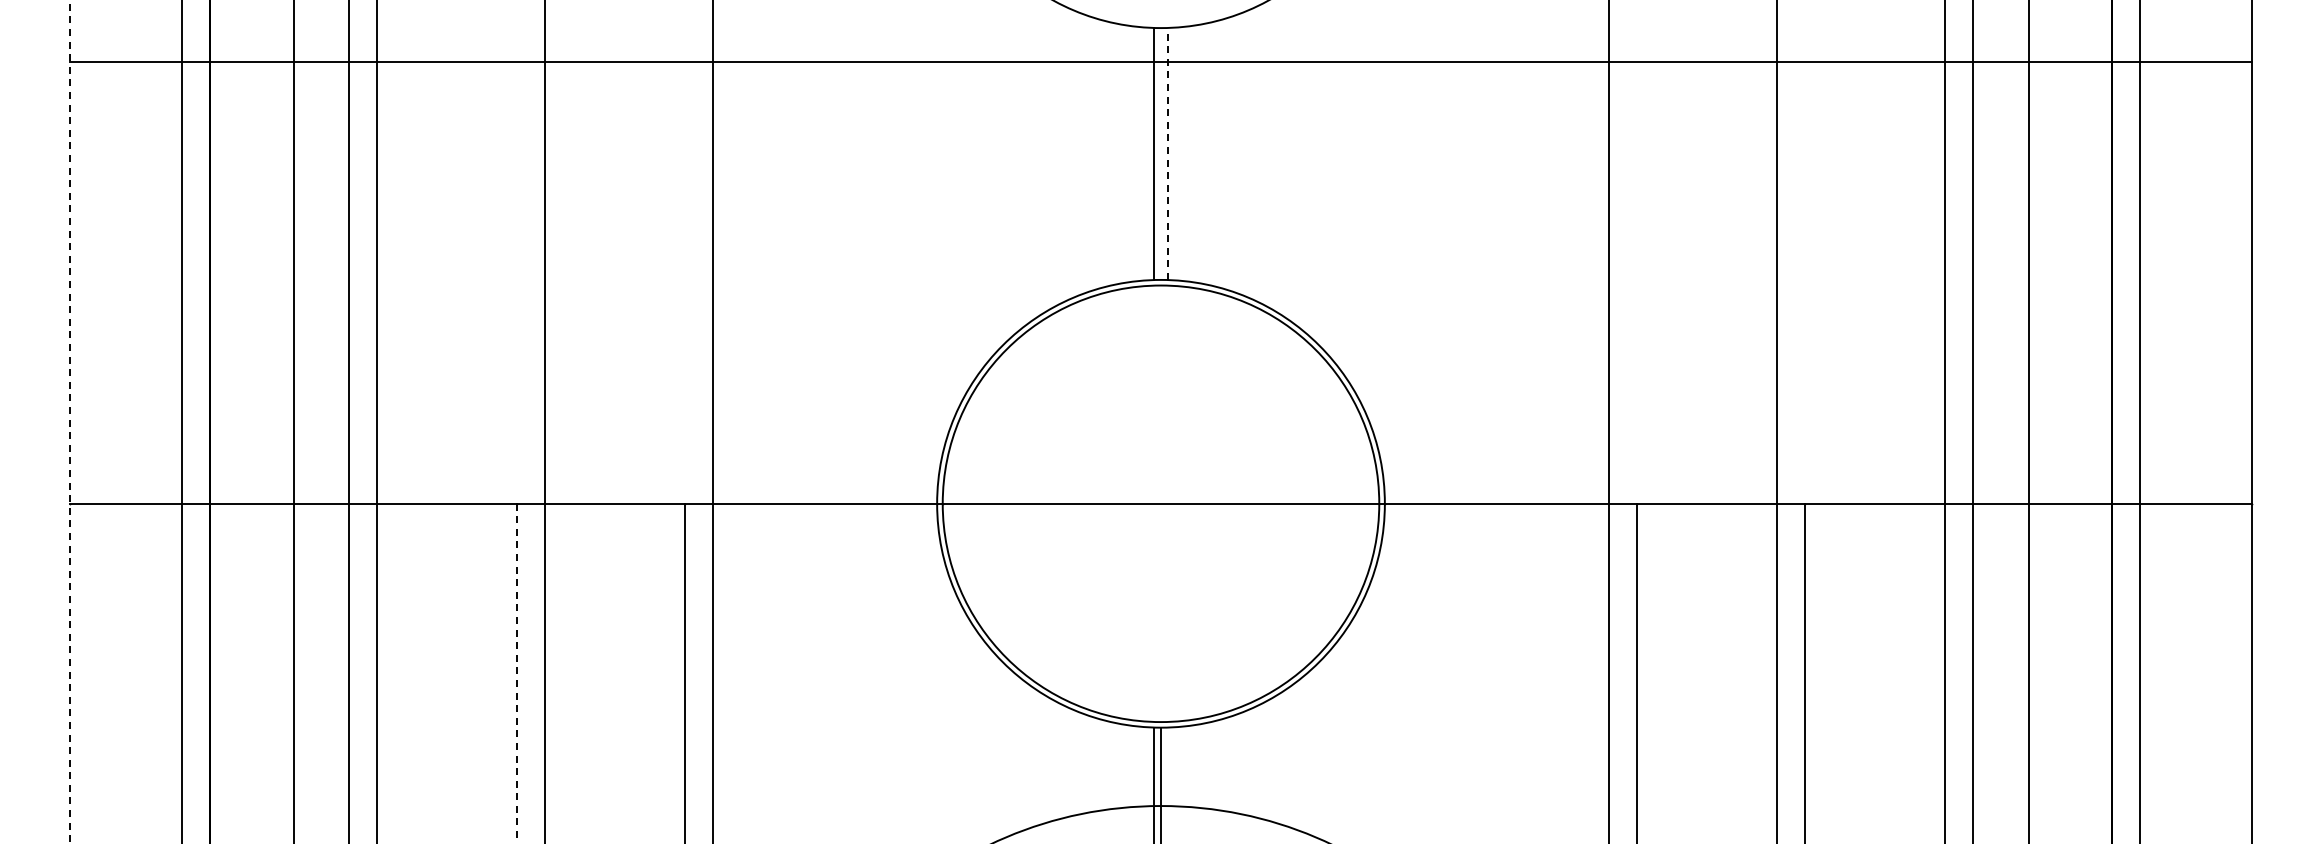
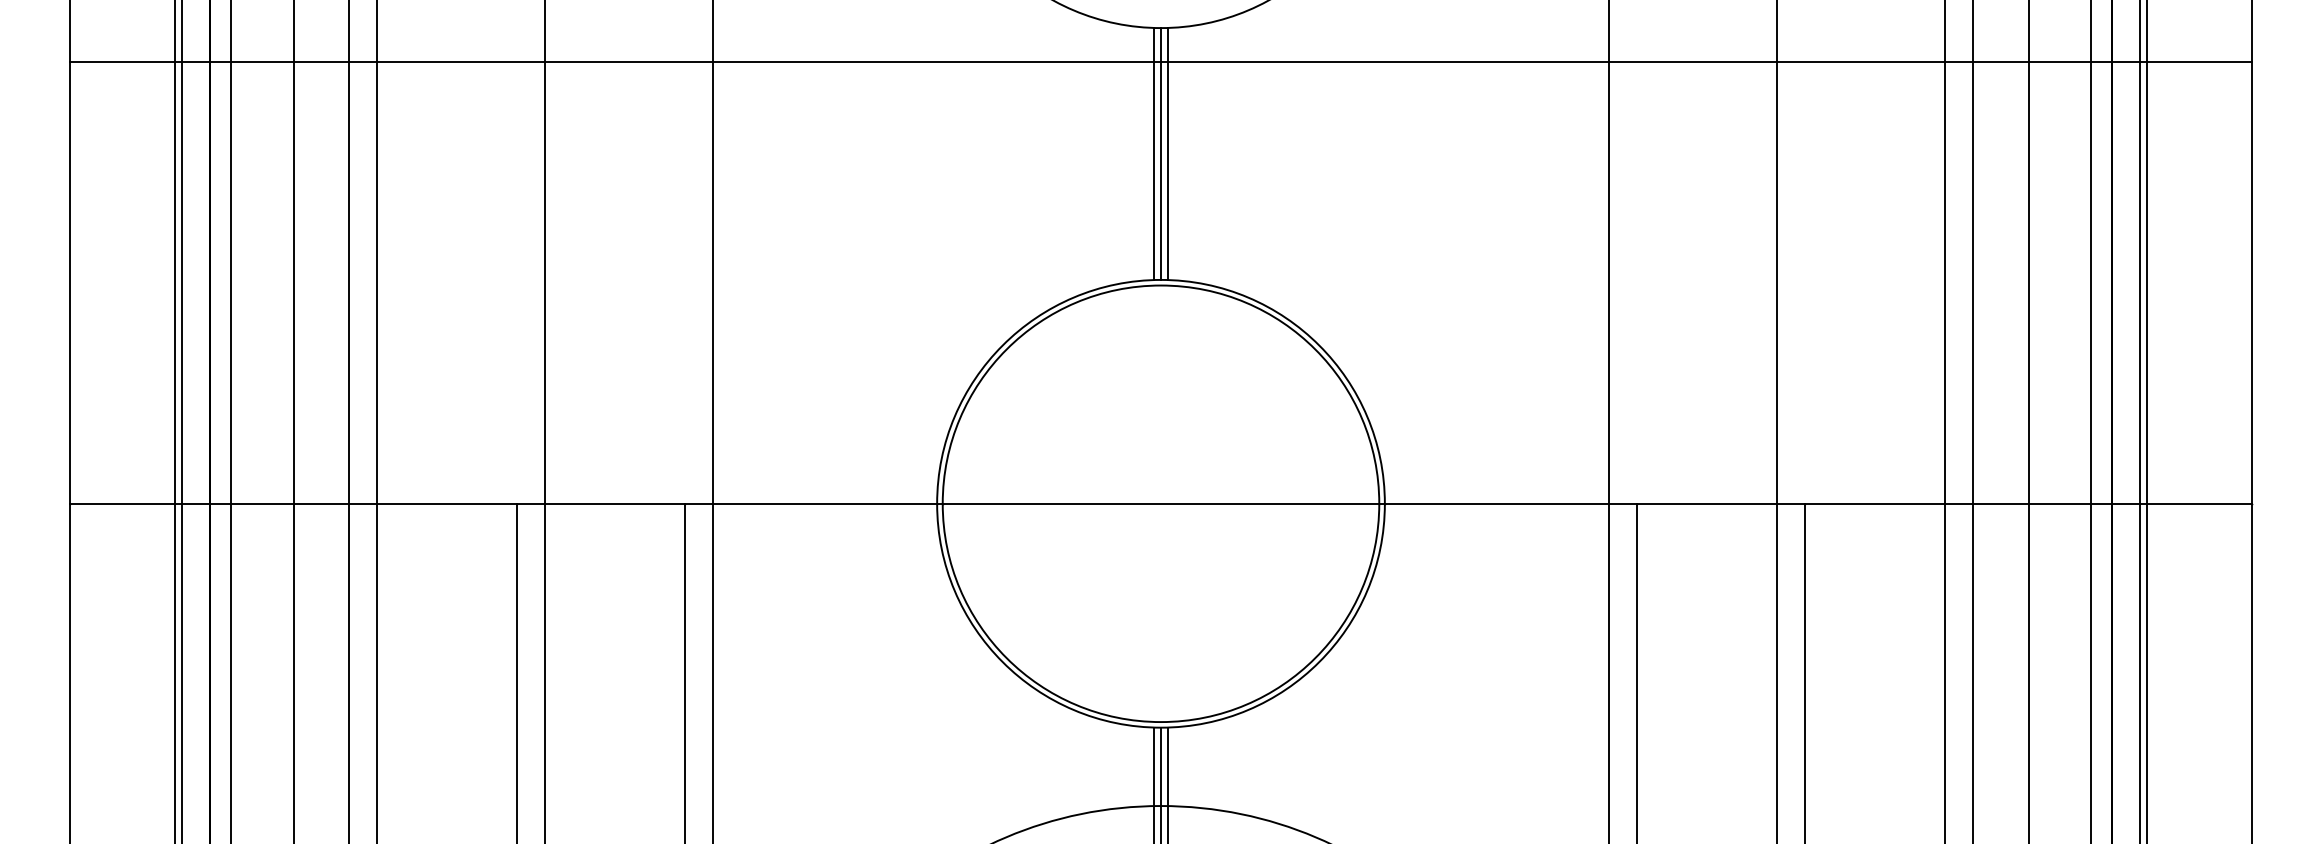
line at (1161, 153): none -> present
line at (1168, 153): dashed -> solid
line at (174, 421): none -> present
line at (230, 421): none -> present
line at (2091, 421): none -> present
line at (2147, 421): none -> present
line at (69, 422): dashed -> solid
line at (517, 673): dashed -> solid
line at (1168, 783): none -> present
